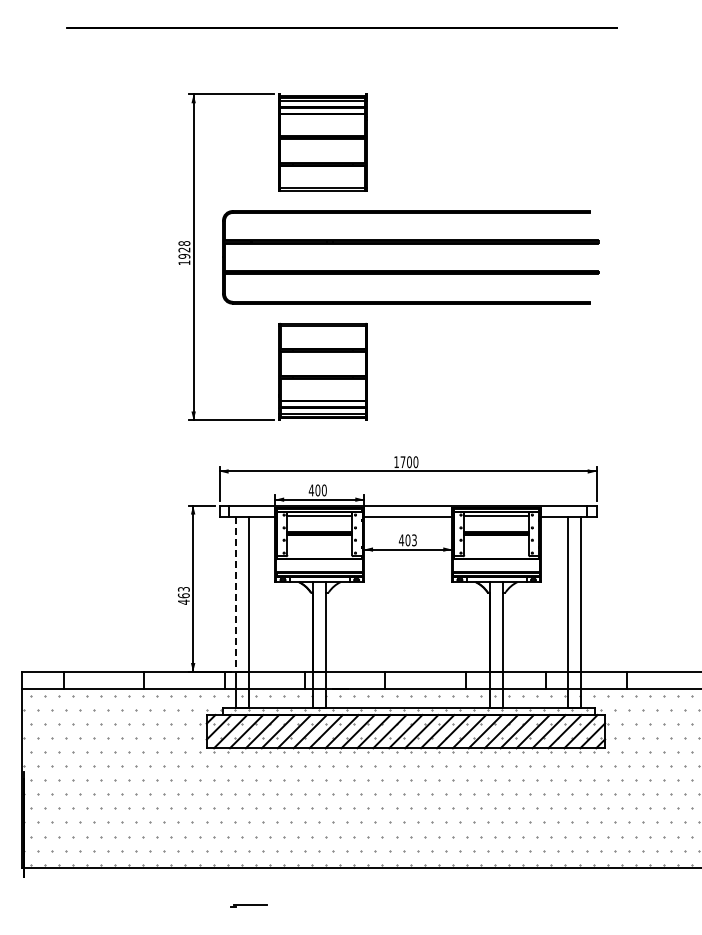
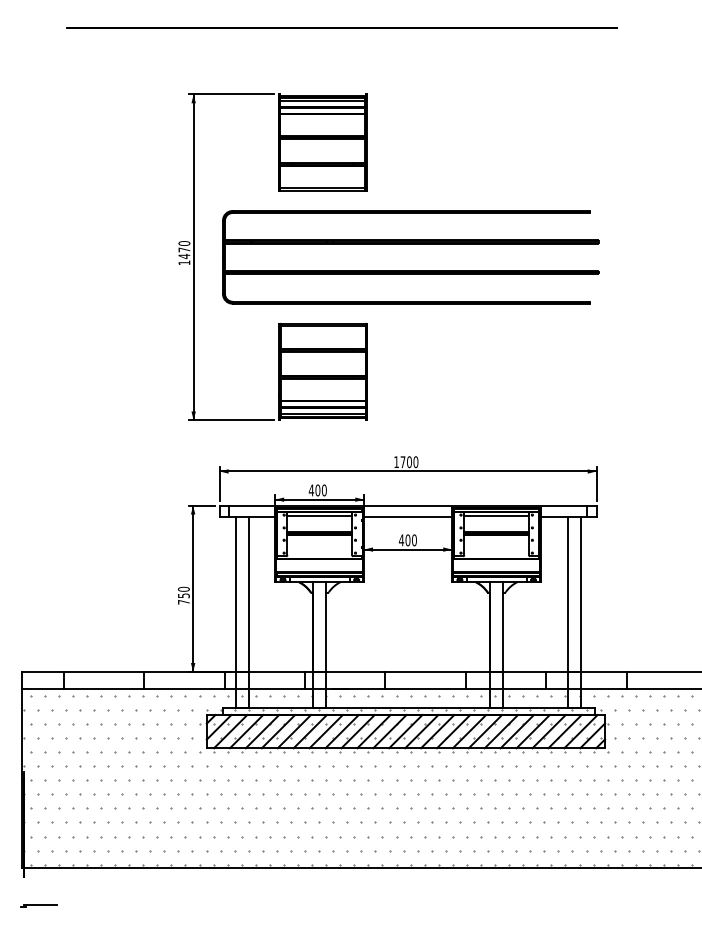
text at (184, 250): 1928 -> 1470
text at (414, 540): 403 -> 400
line at (235, 594): dashed -> solid
text at (183, 595): 463 -> 750
part at (248, 905) position: (248, 905) -> (38, 905)
